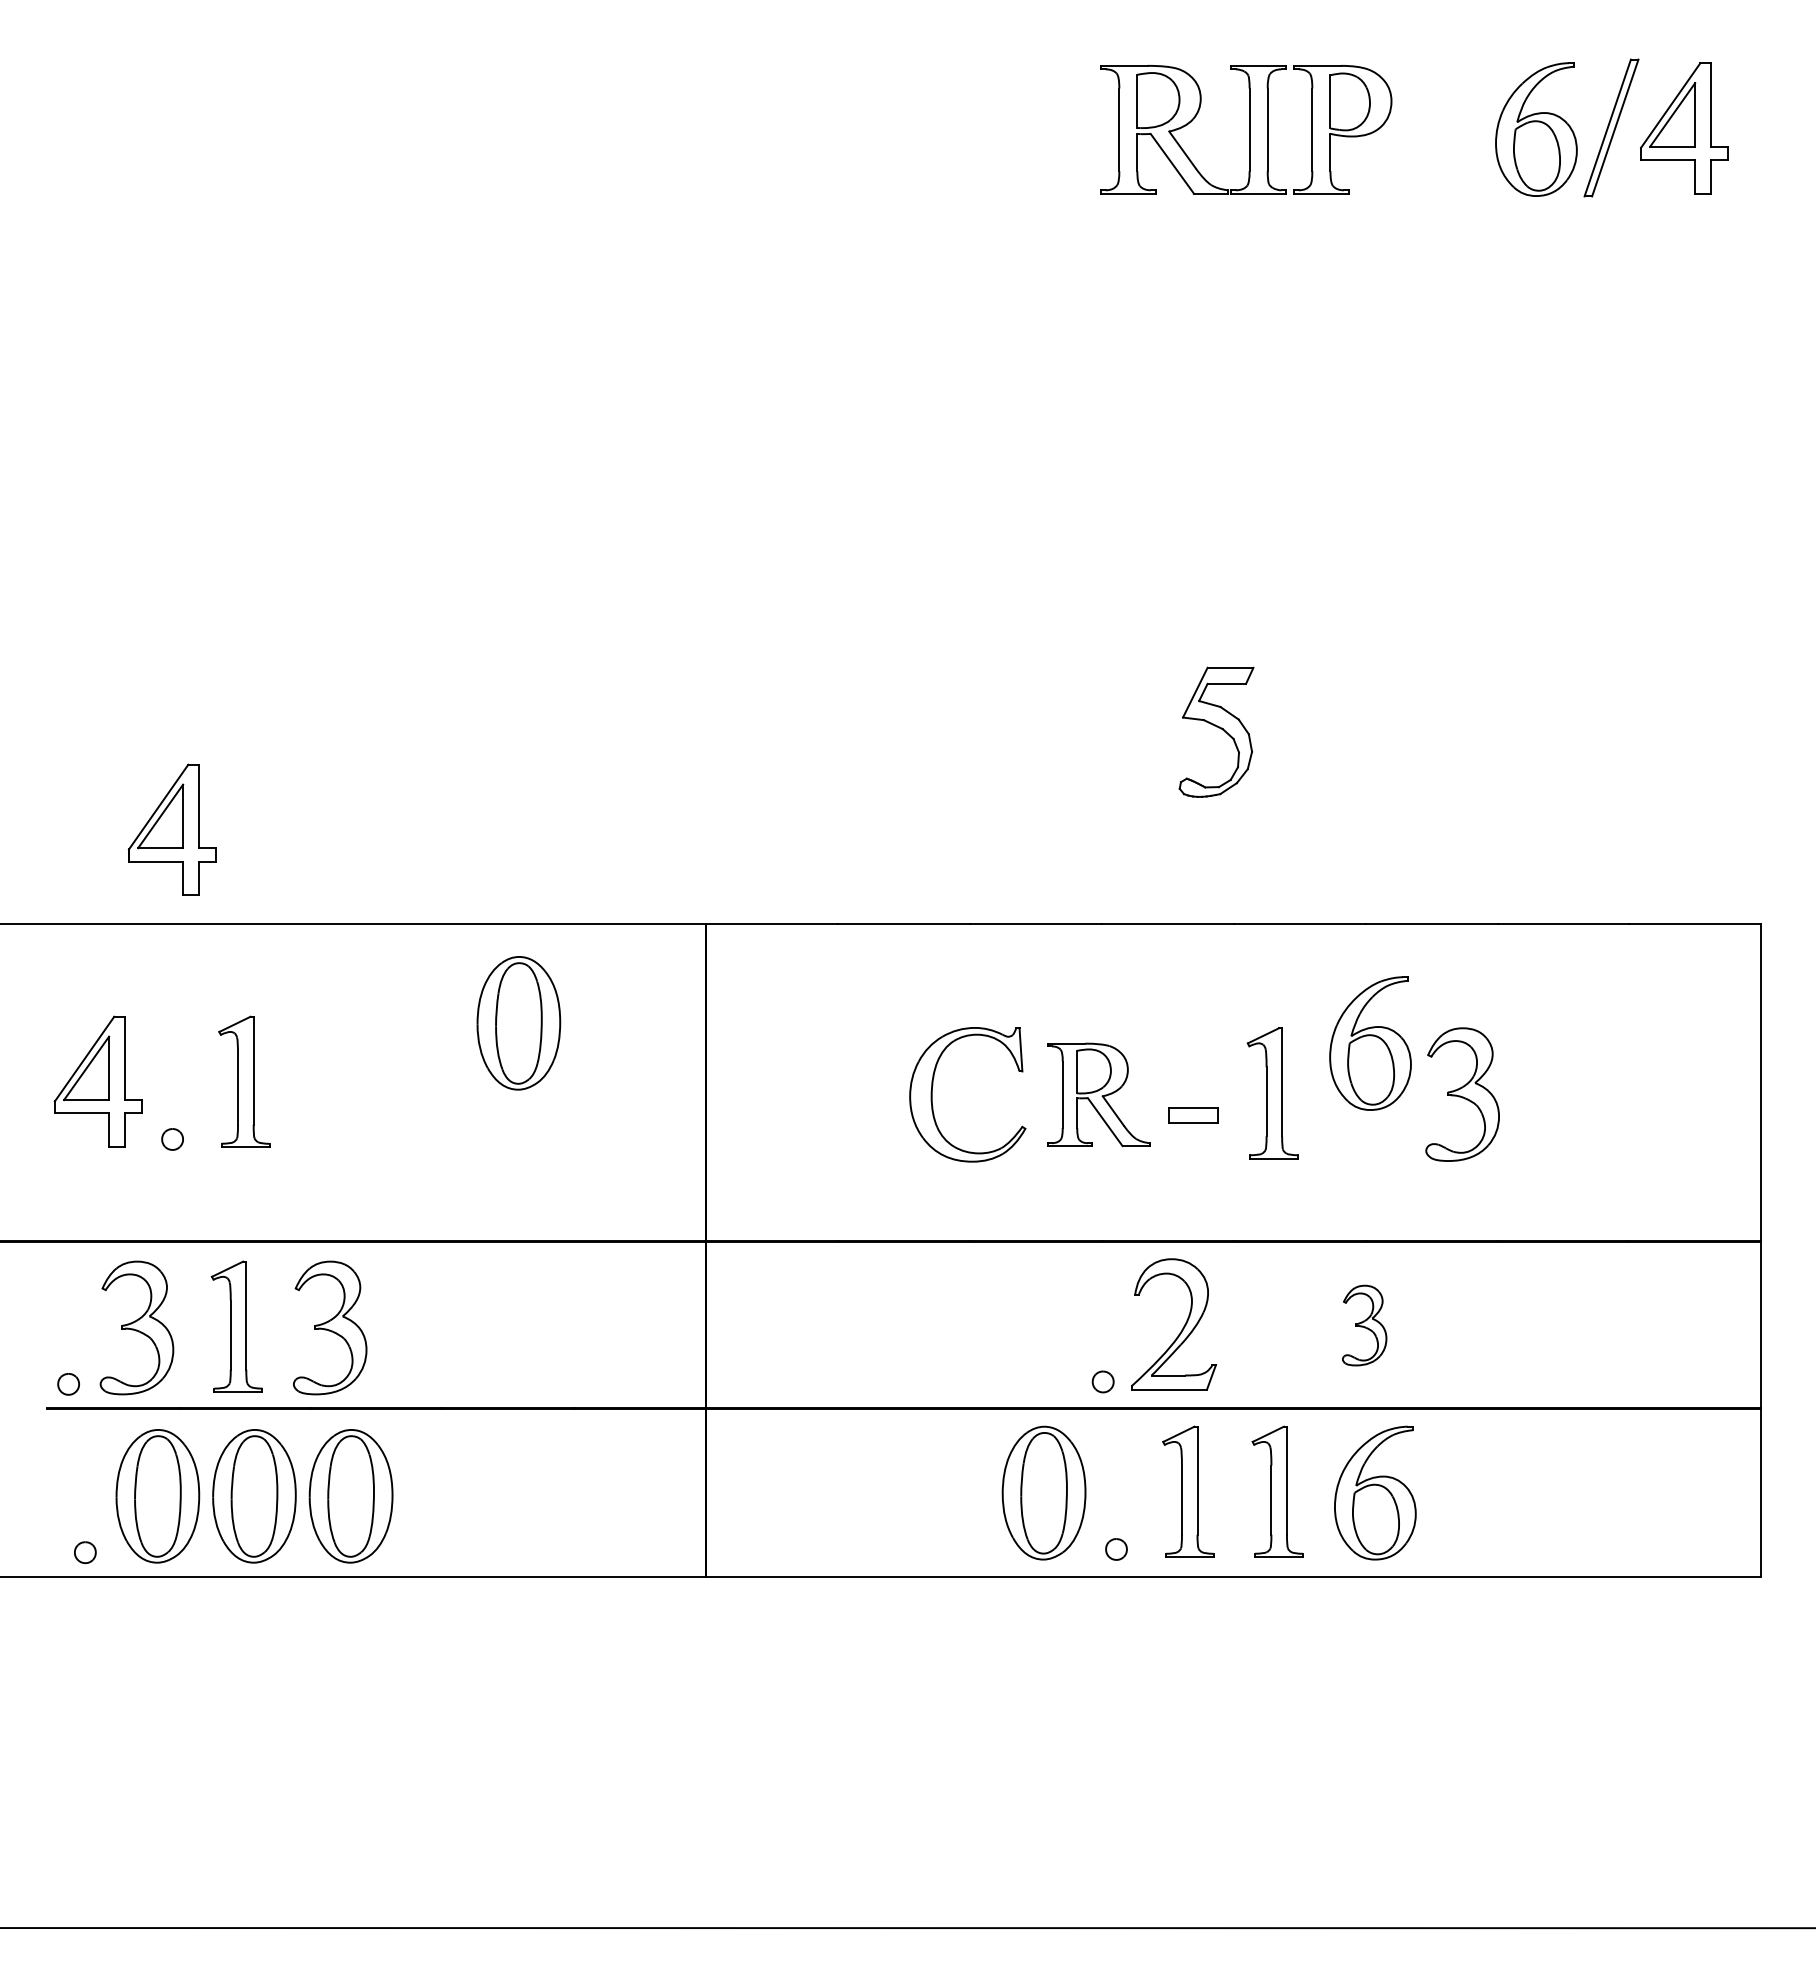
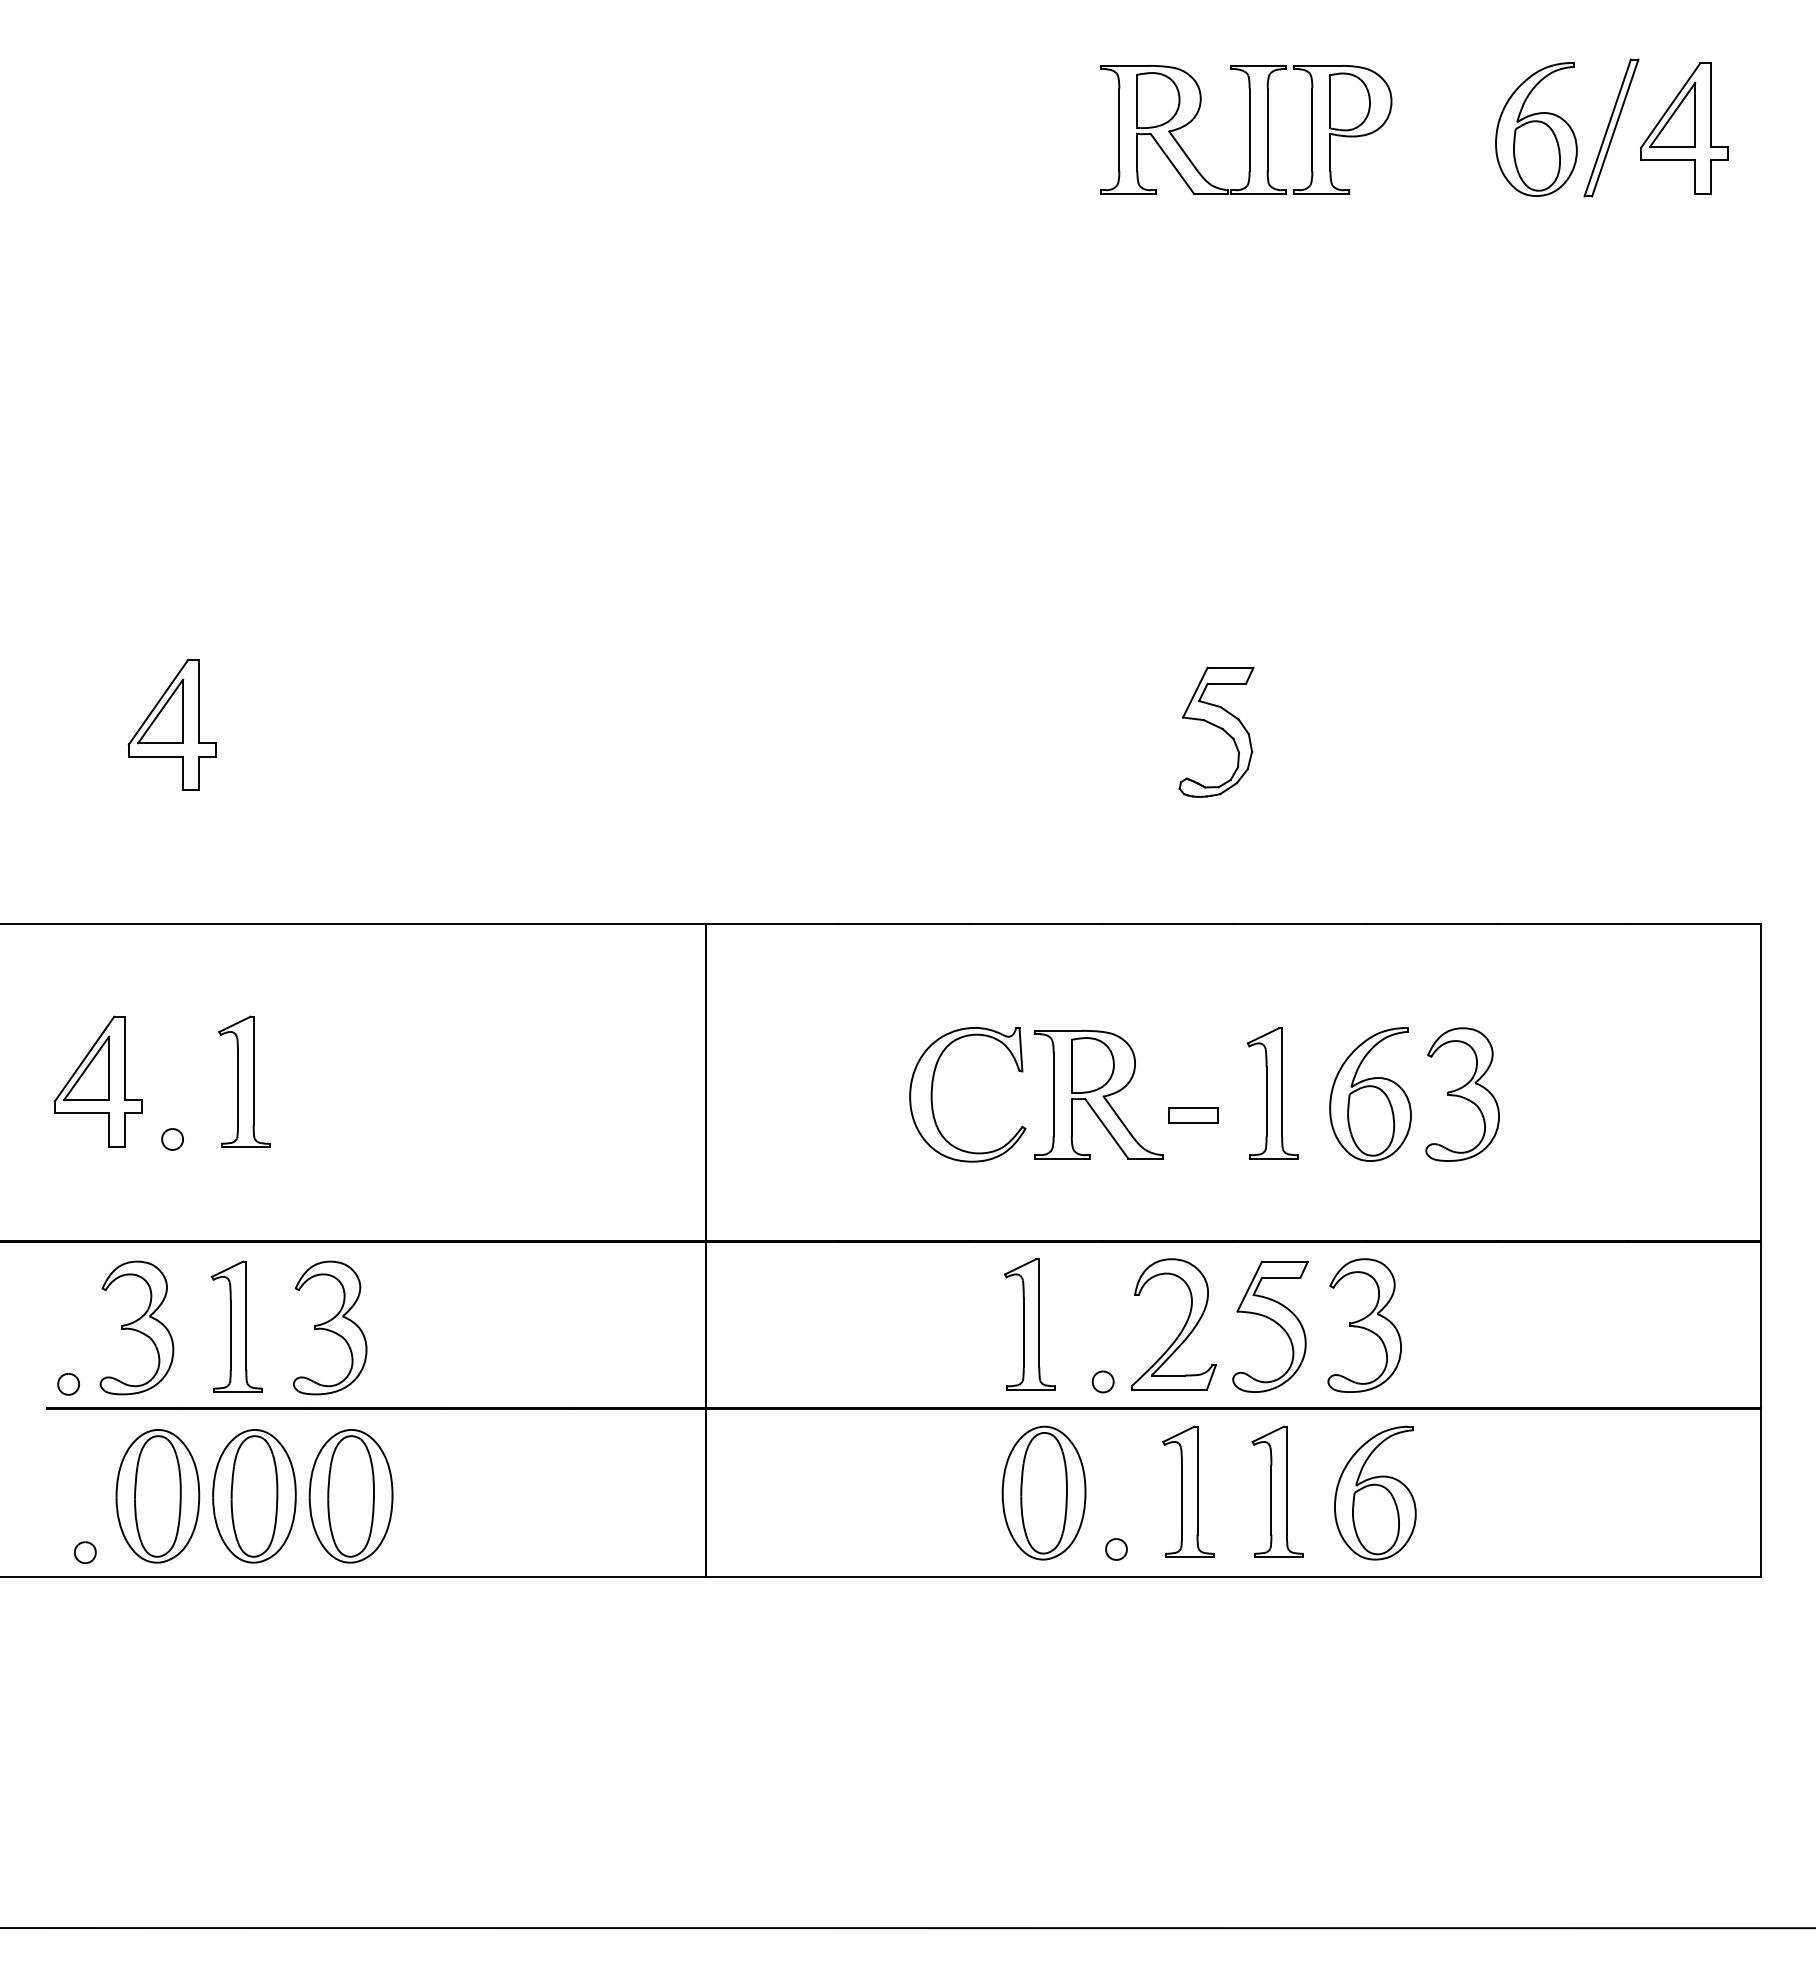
part at (171, 829) position: (171, 829) -> (171, 724)
part at (518, 1023): present -> none
part at (1370, 1043) position: (1370, 1043) -> (1370, 1094)
part at (1098, 1094) size: 104x106 px -> 130x130 px
part at (1029, 1324): none -> present
part at (1364, 1325) size: 46x83 px -> 75x135 px
part at (1270, 1326): none -> present
